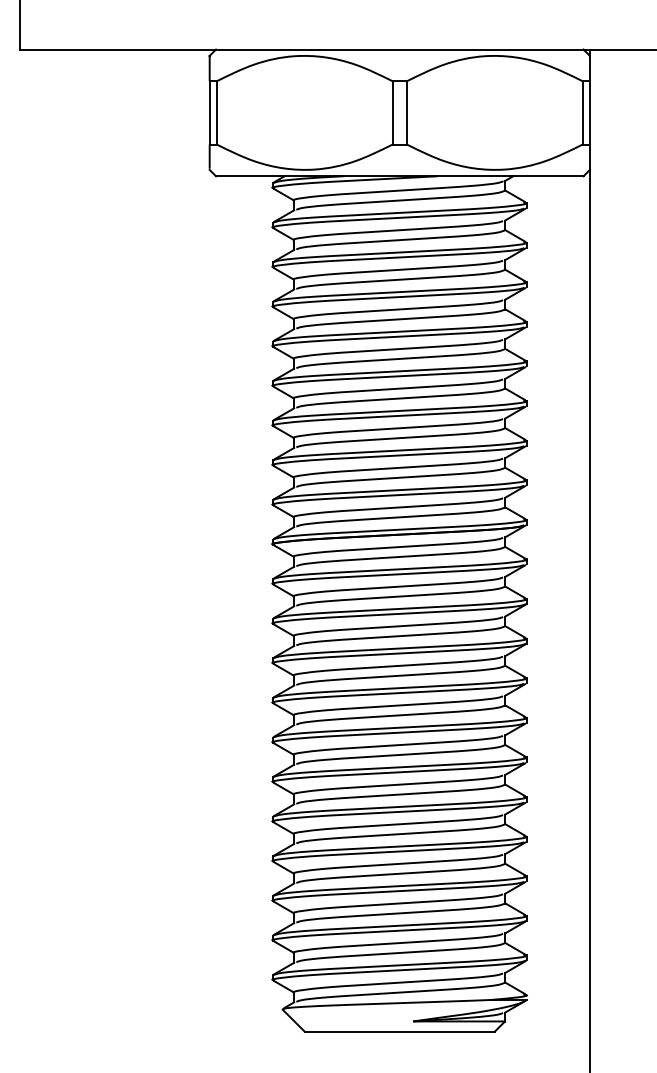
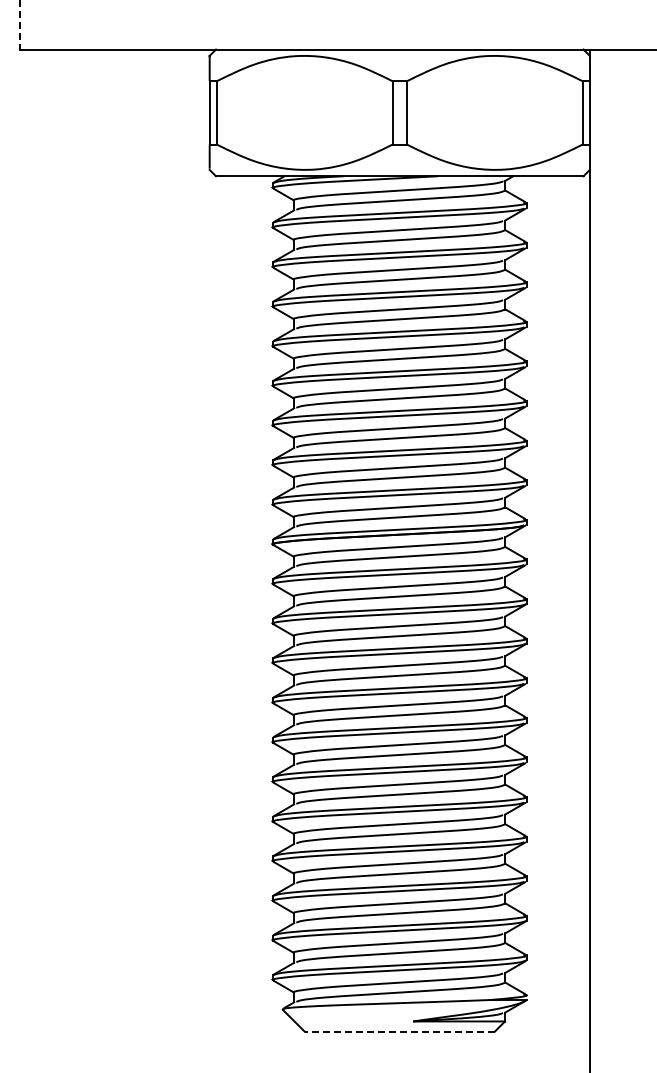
line at (19, 25): solid -> dashed
line at (399, 1031): solid -> dashed
